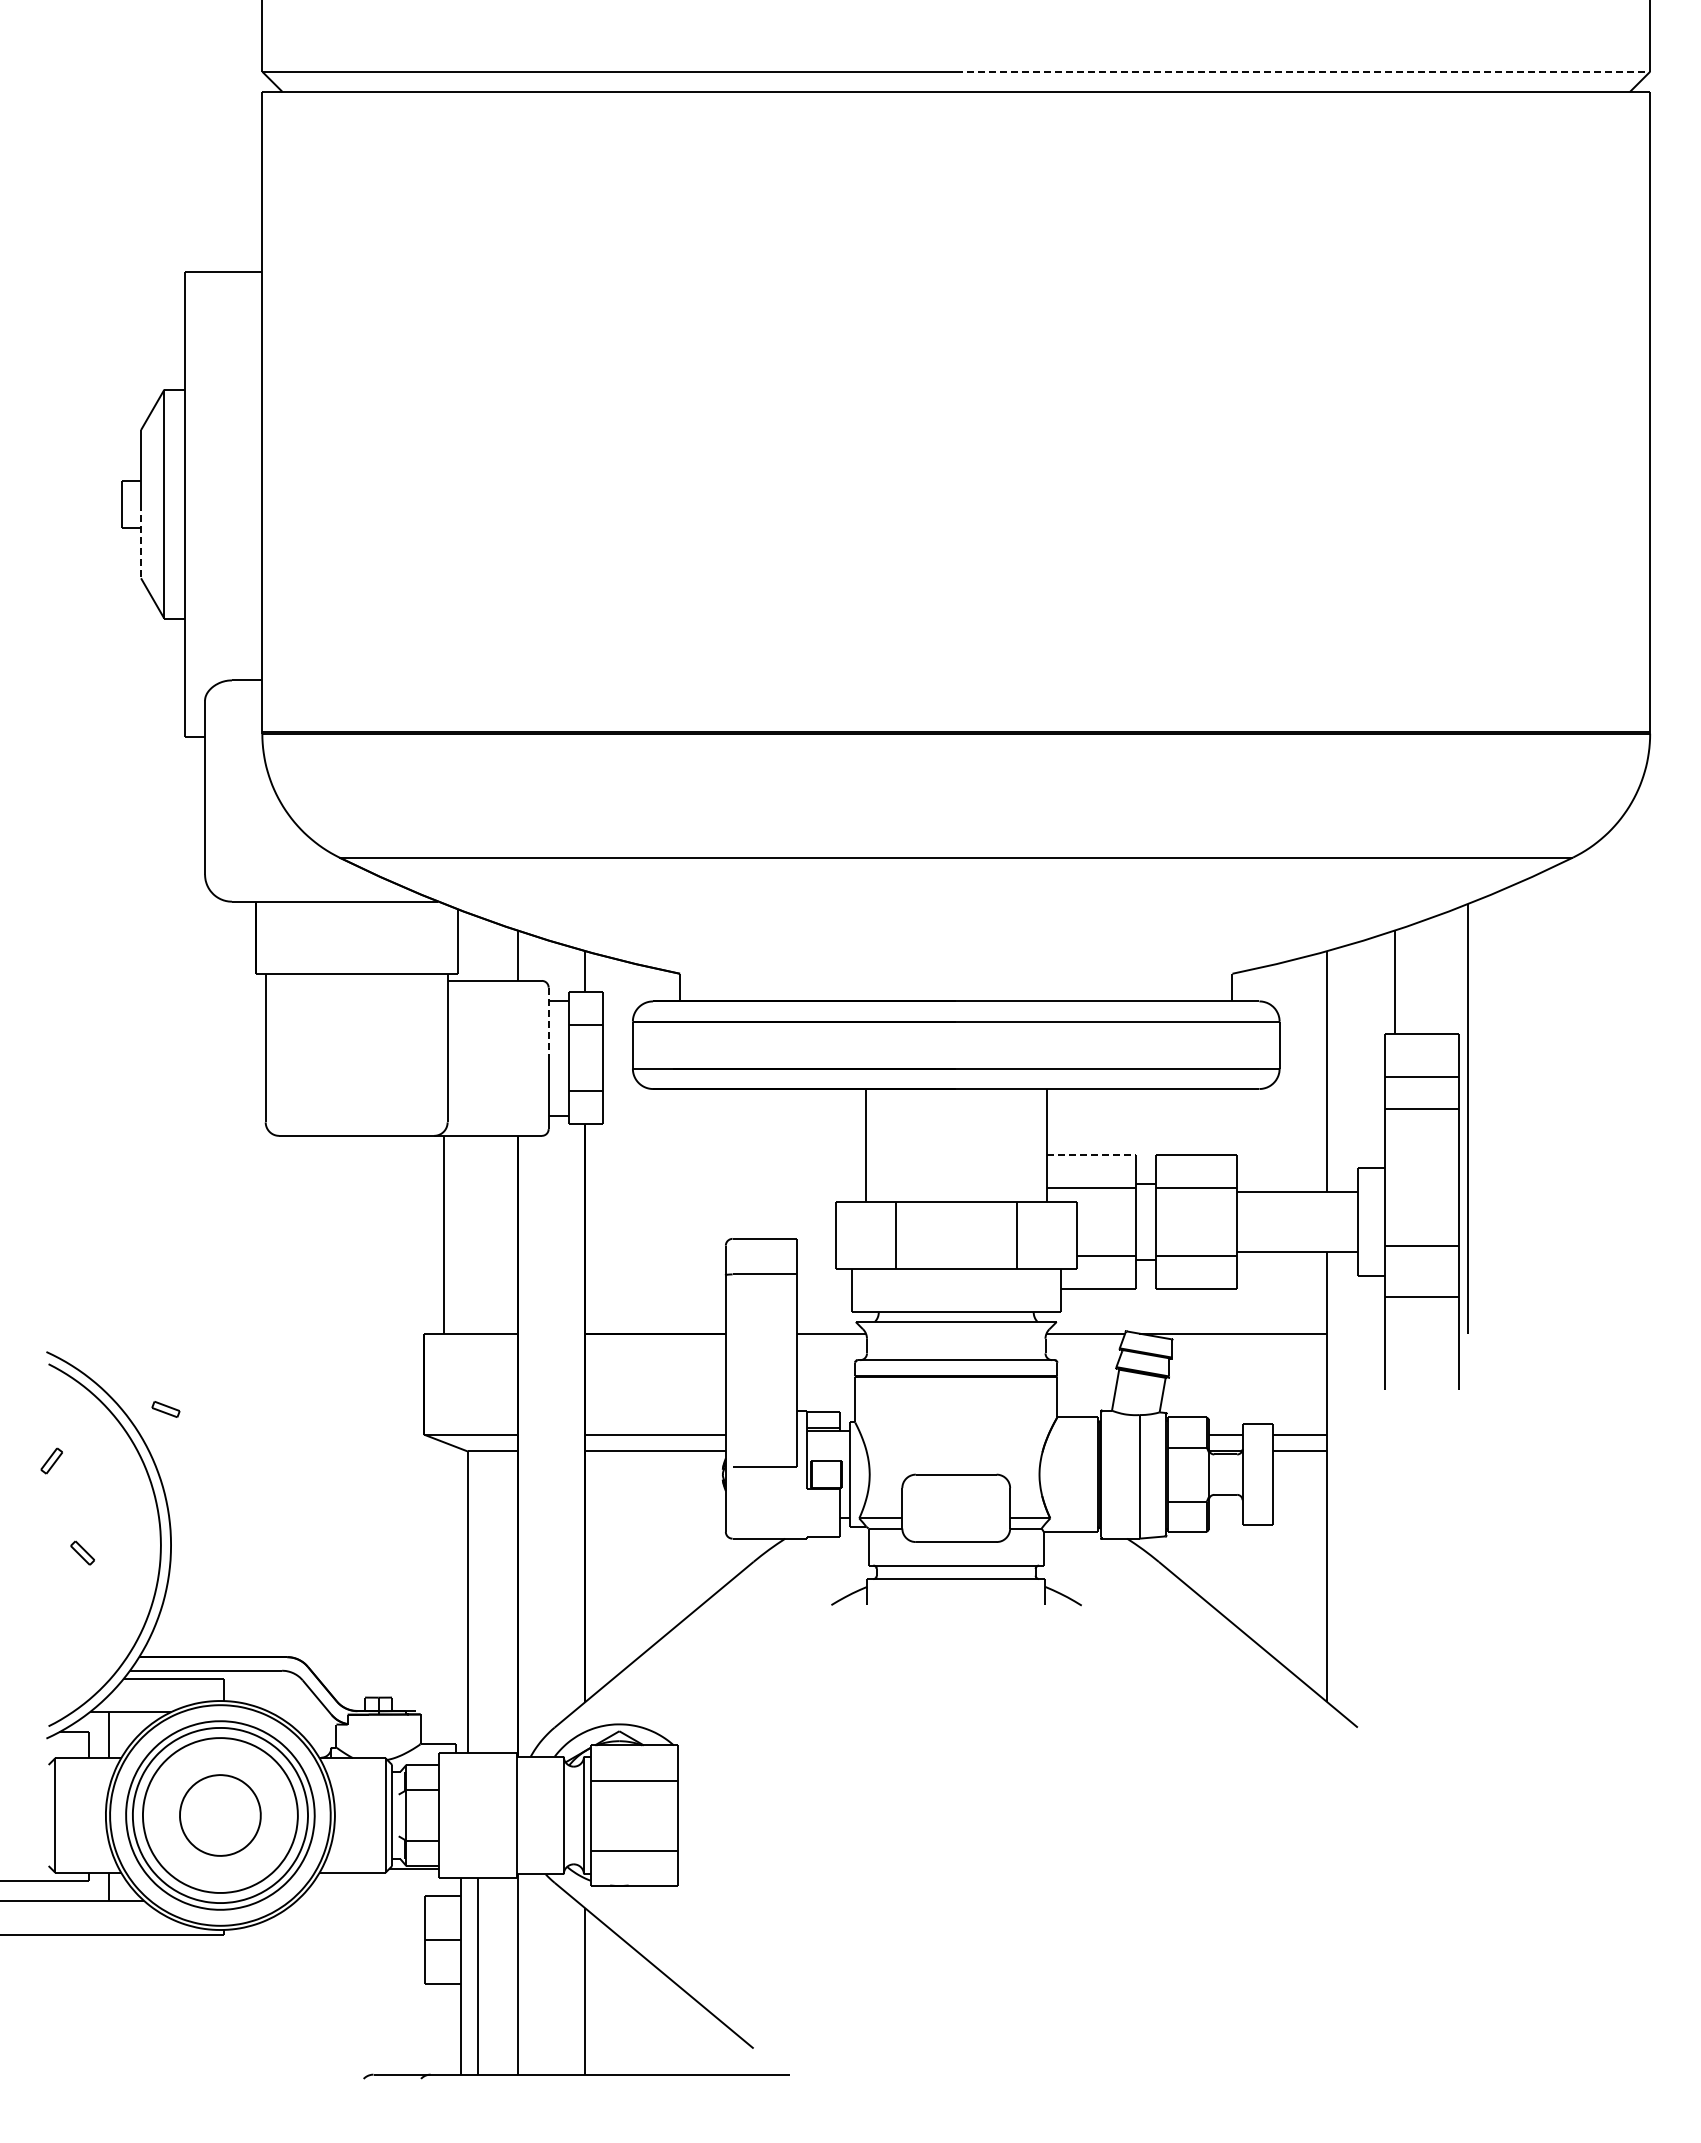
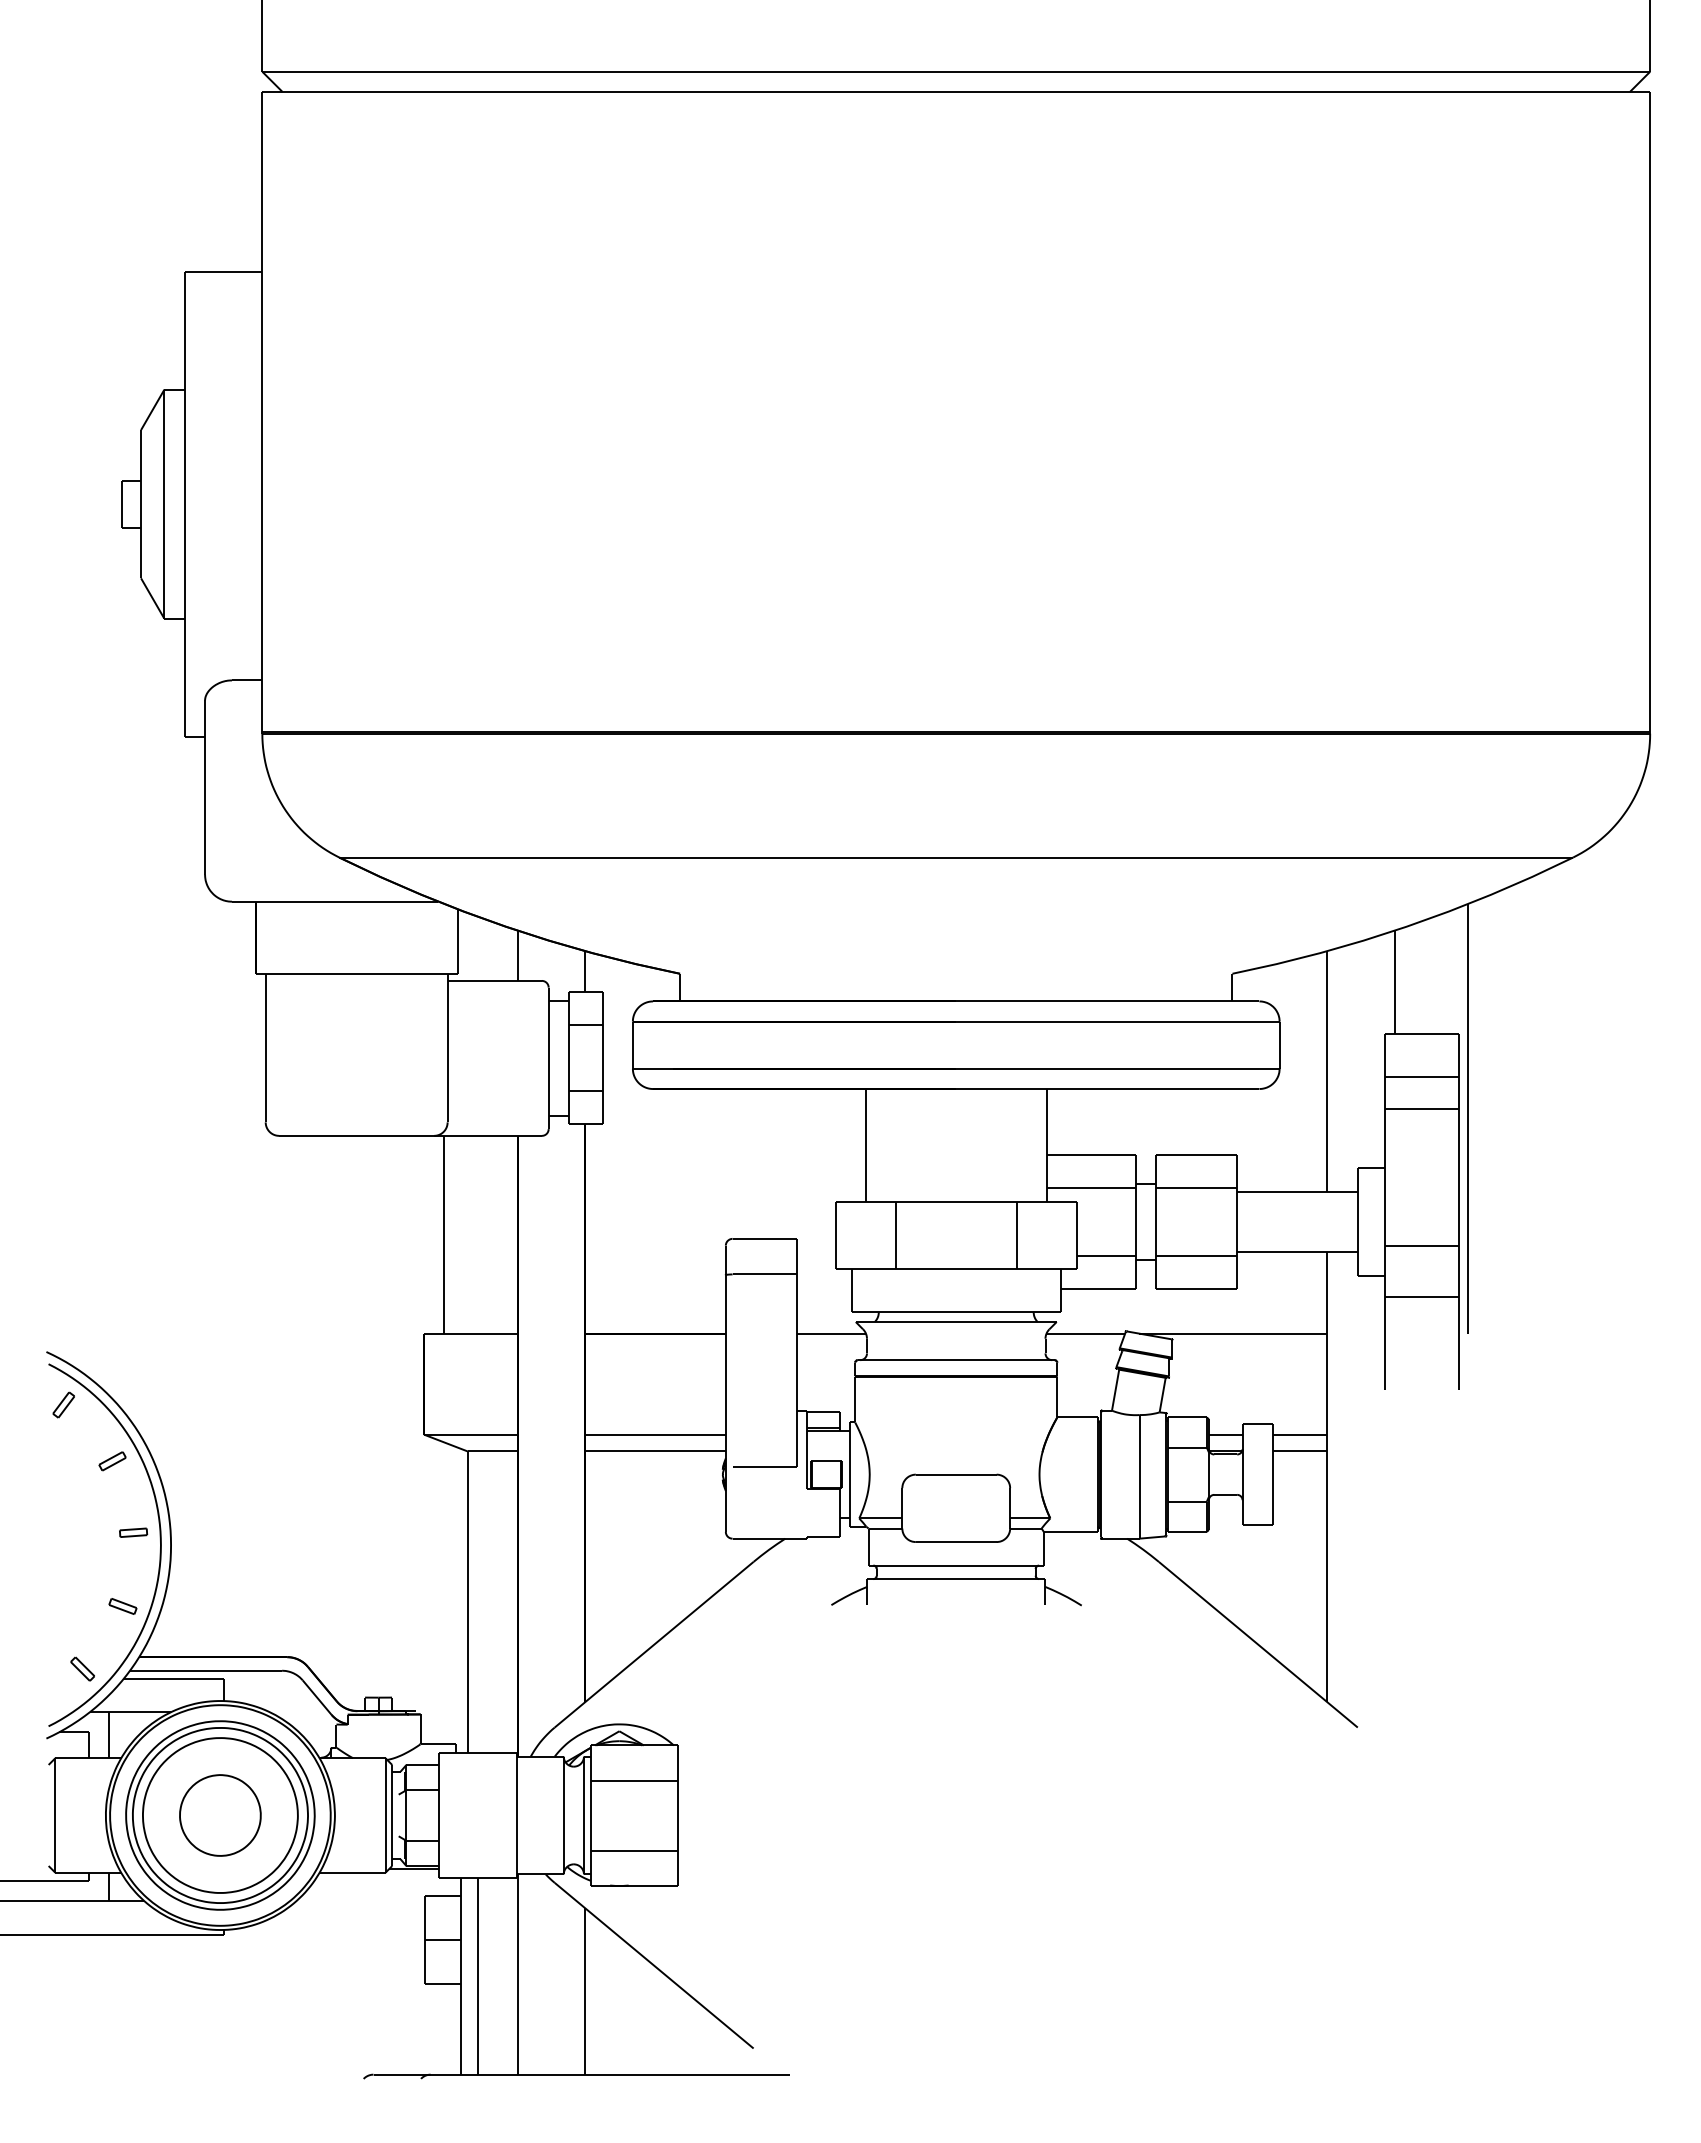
line at (1303, 71): dashed -> solid
line at (141, 541): dashed -> solid
line at (548, 1023): dashed -> solid
line at (1091, 1154): dashed -> solid
part at (165, 1409) position: (165, 1409) -> (122, 1606)
part at (51, 1460) position: (51, 1460) -> (63, 1404)
part at (112, 1461): none -> present
part at (133, 1532): none -> present
part at (82, 1552) position: (82, 1552) -> (82, 1668)
